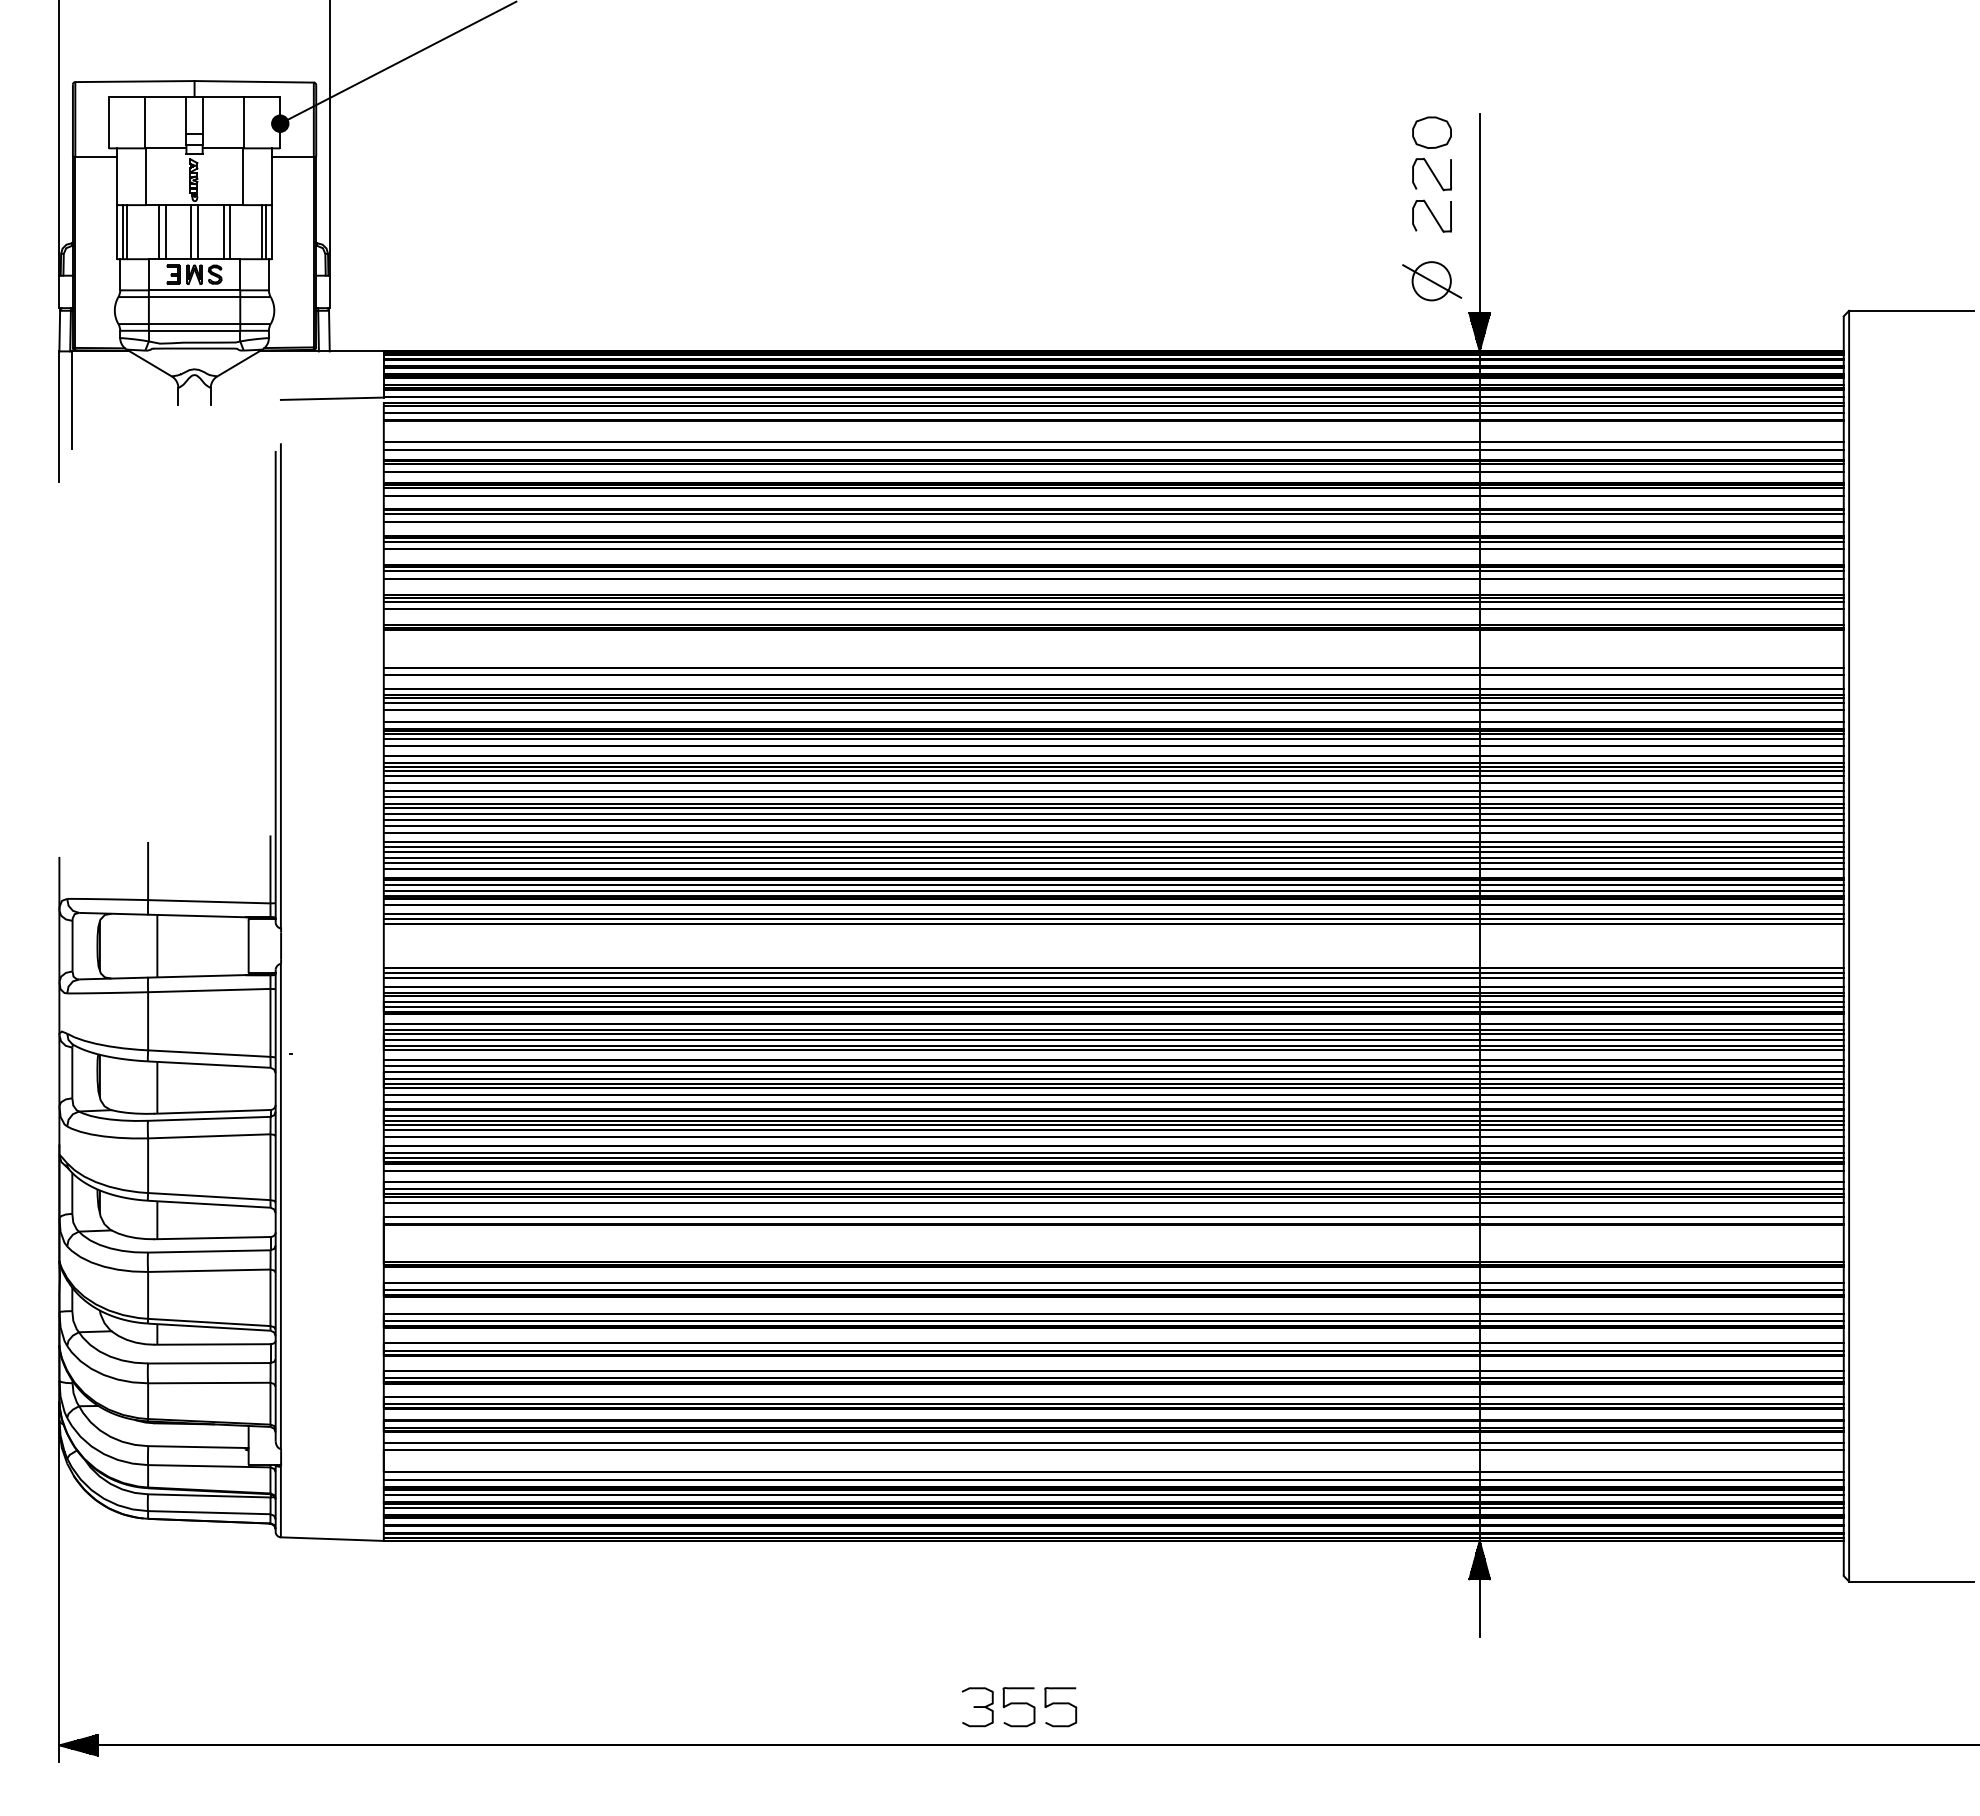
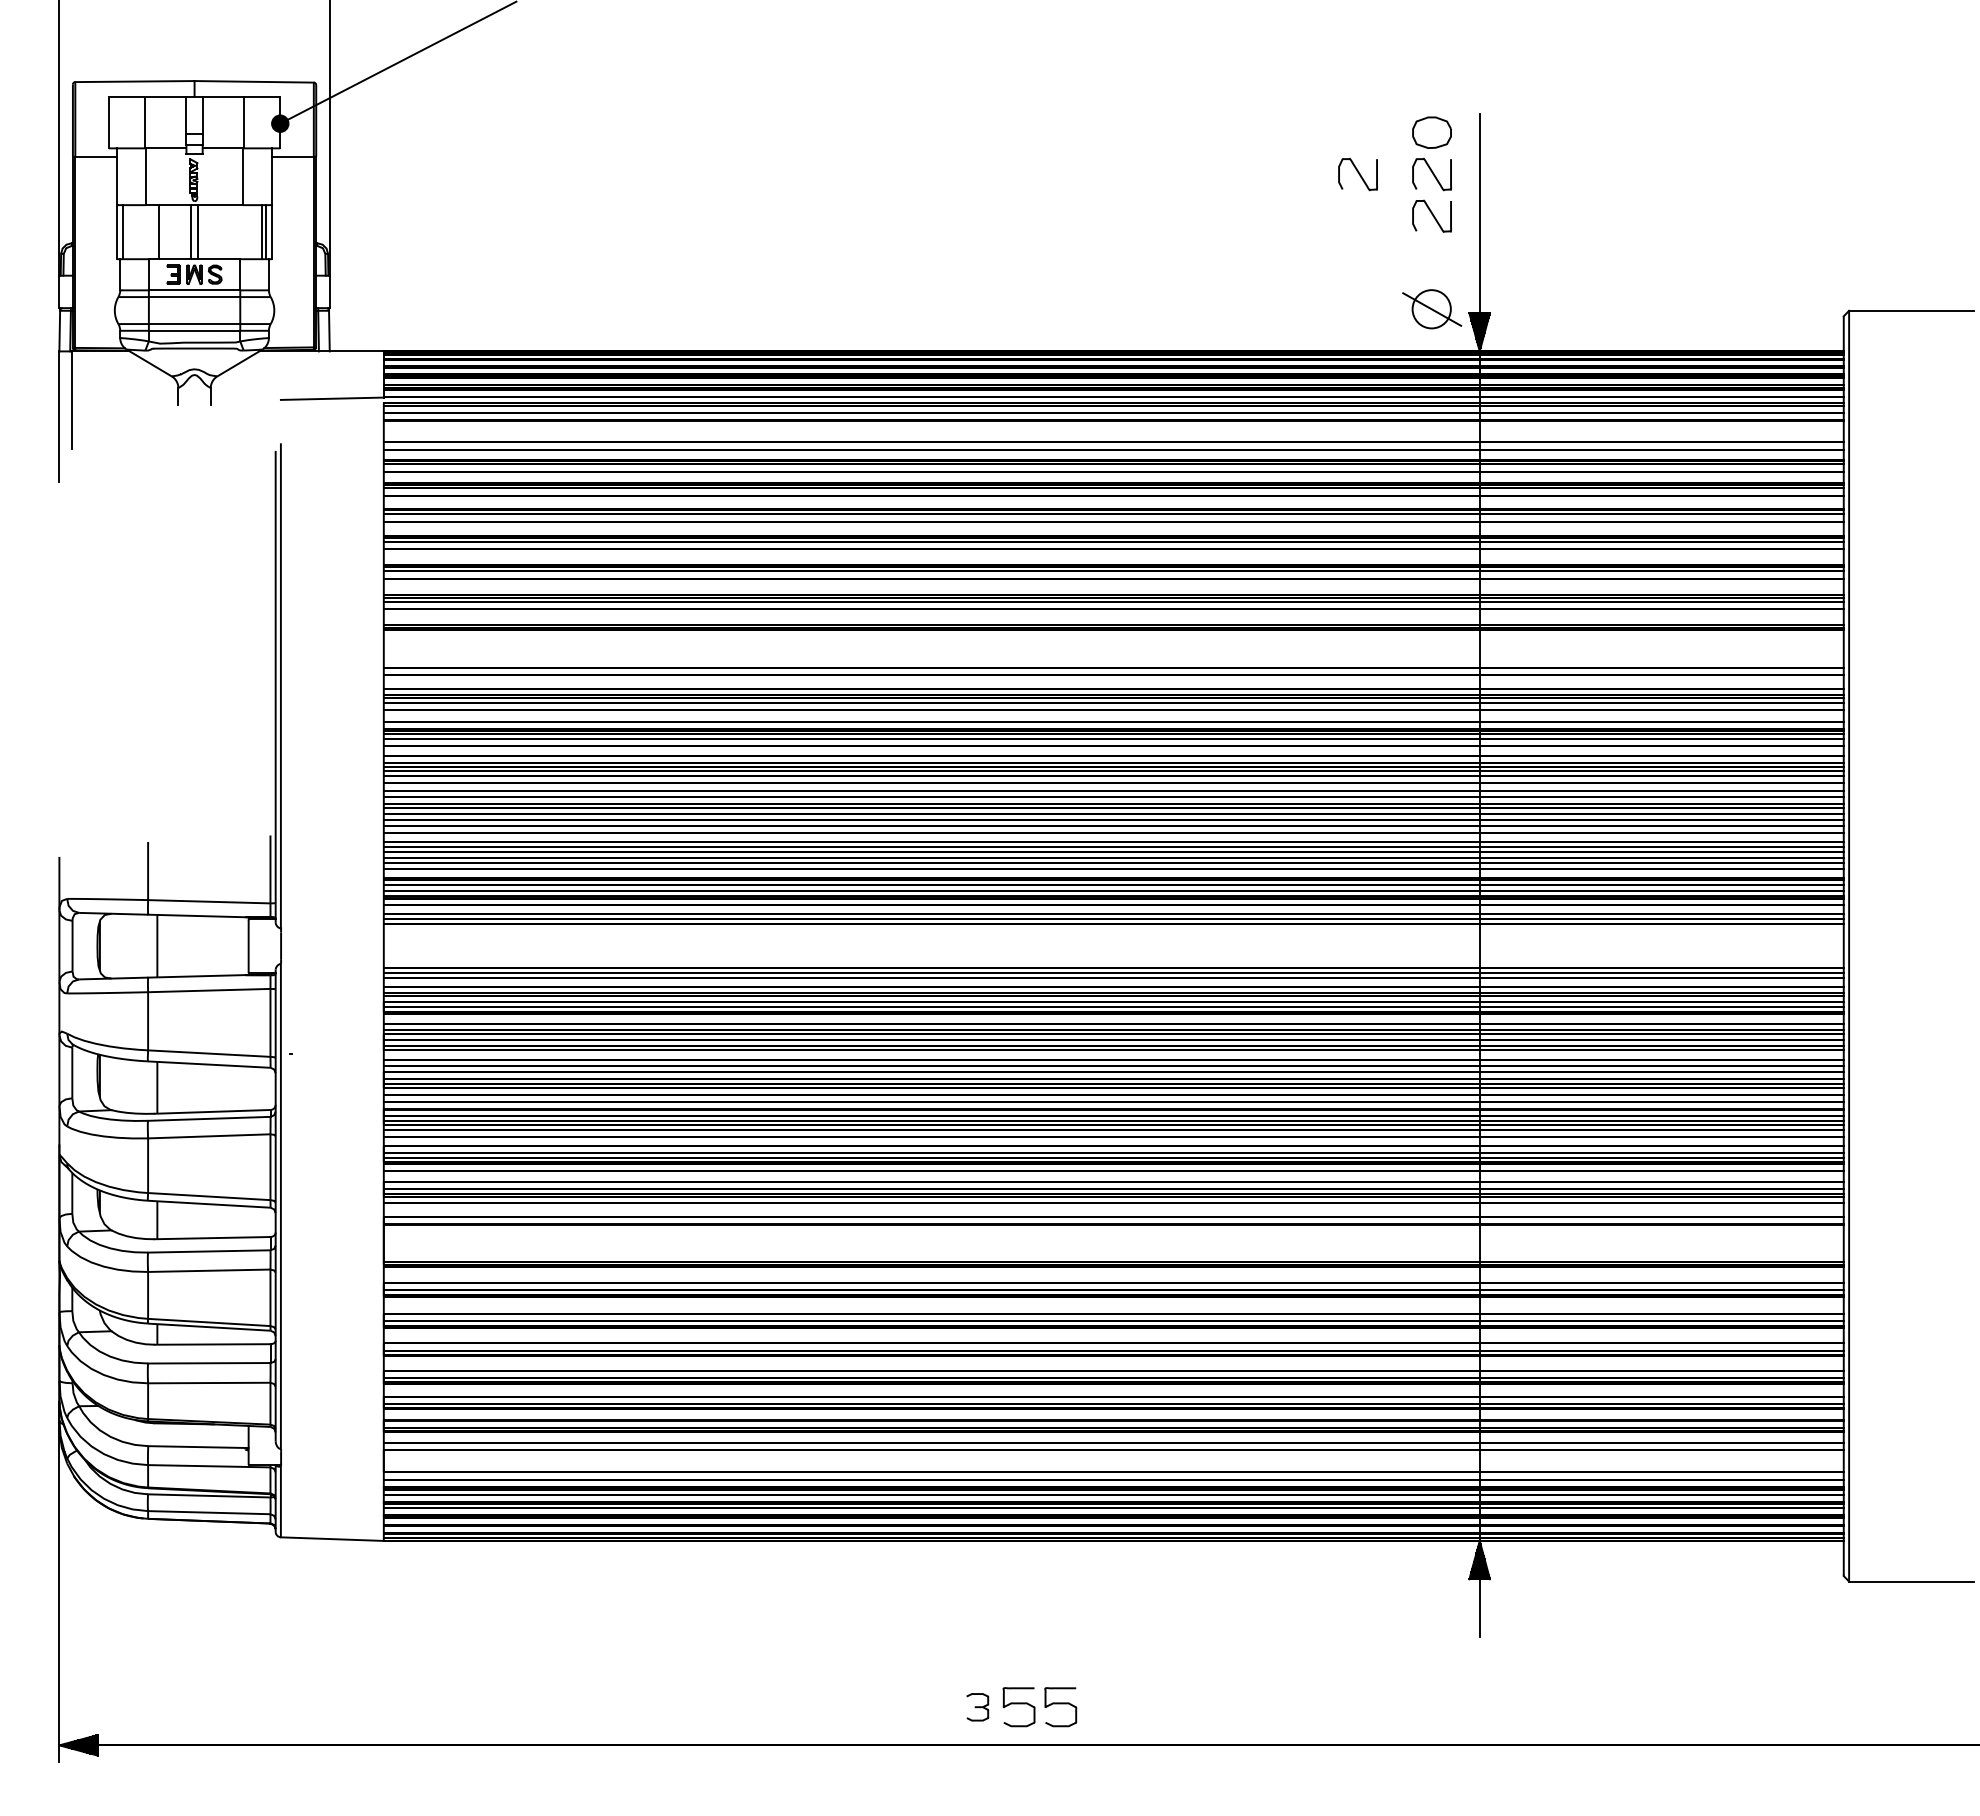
curve at (1358, 174): none -> present
line at (126, 232): present -> none
line at (165, 232): present -> none
line at (223, 232): present -> none
line at (230, 232): present -> none
part at (1432, 281) position: (1432, 281) -> (1432, 309)
part at (977, 1707) size: 33x41 px -> 24x29 px
